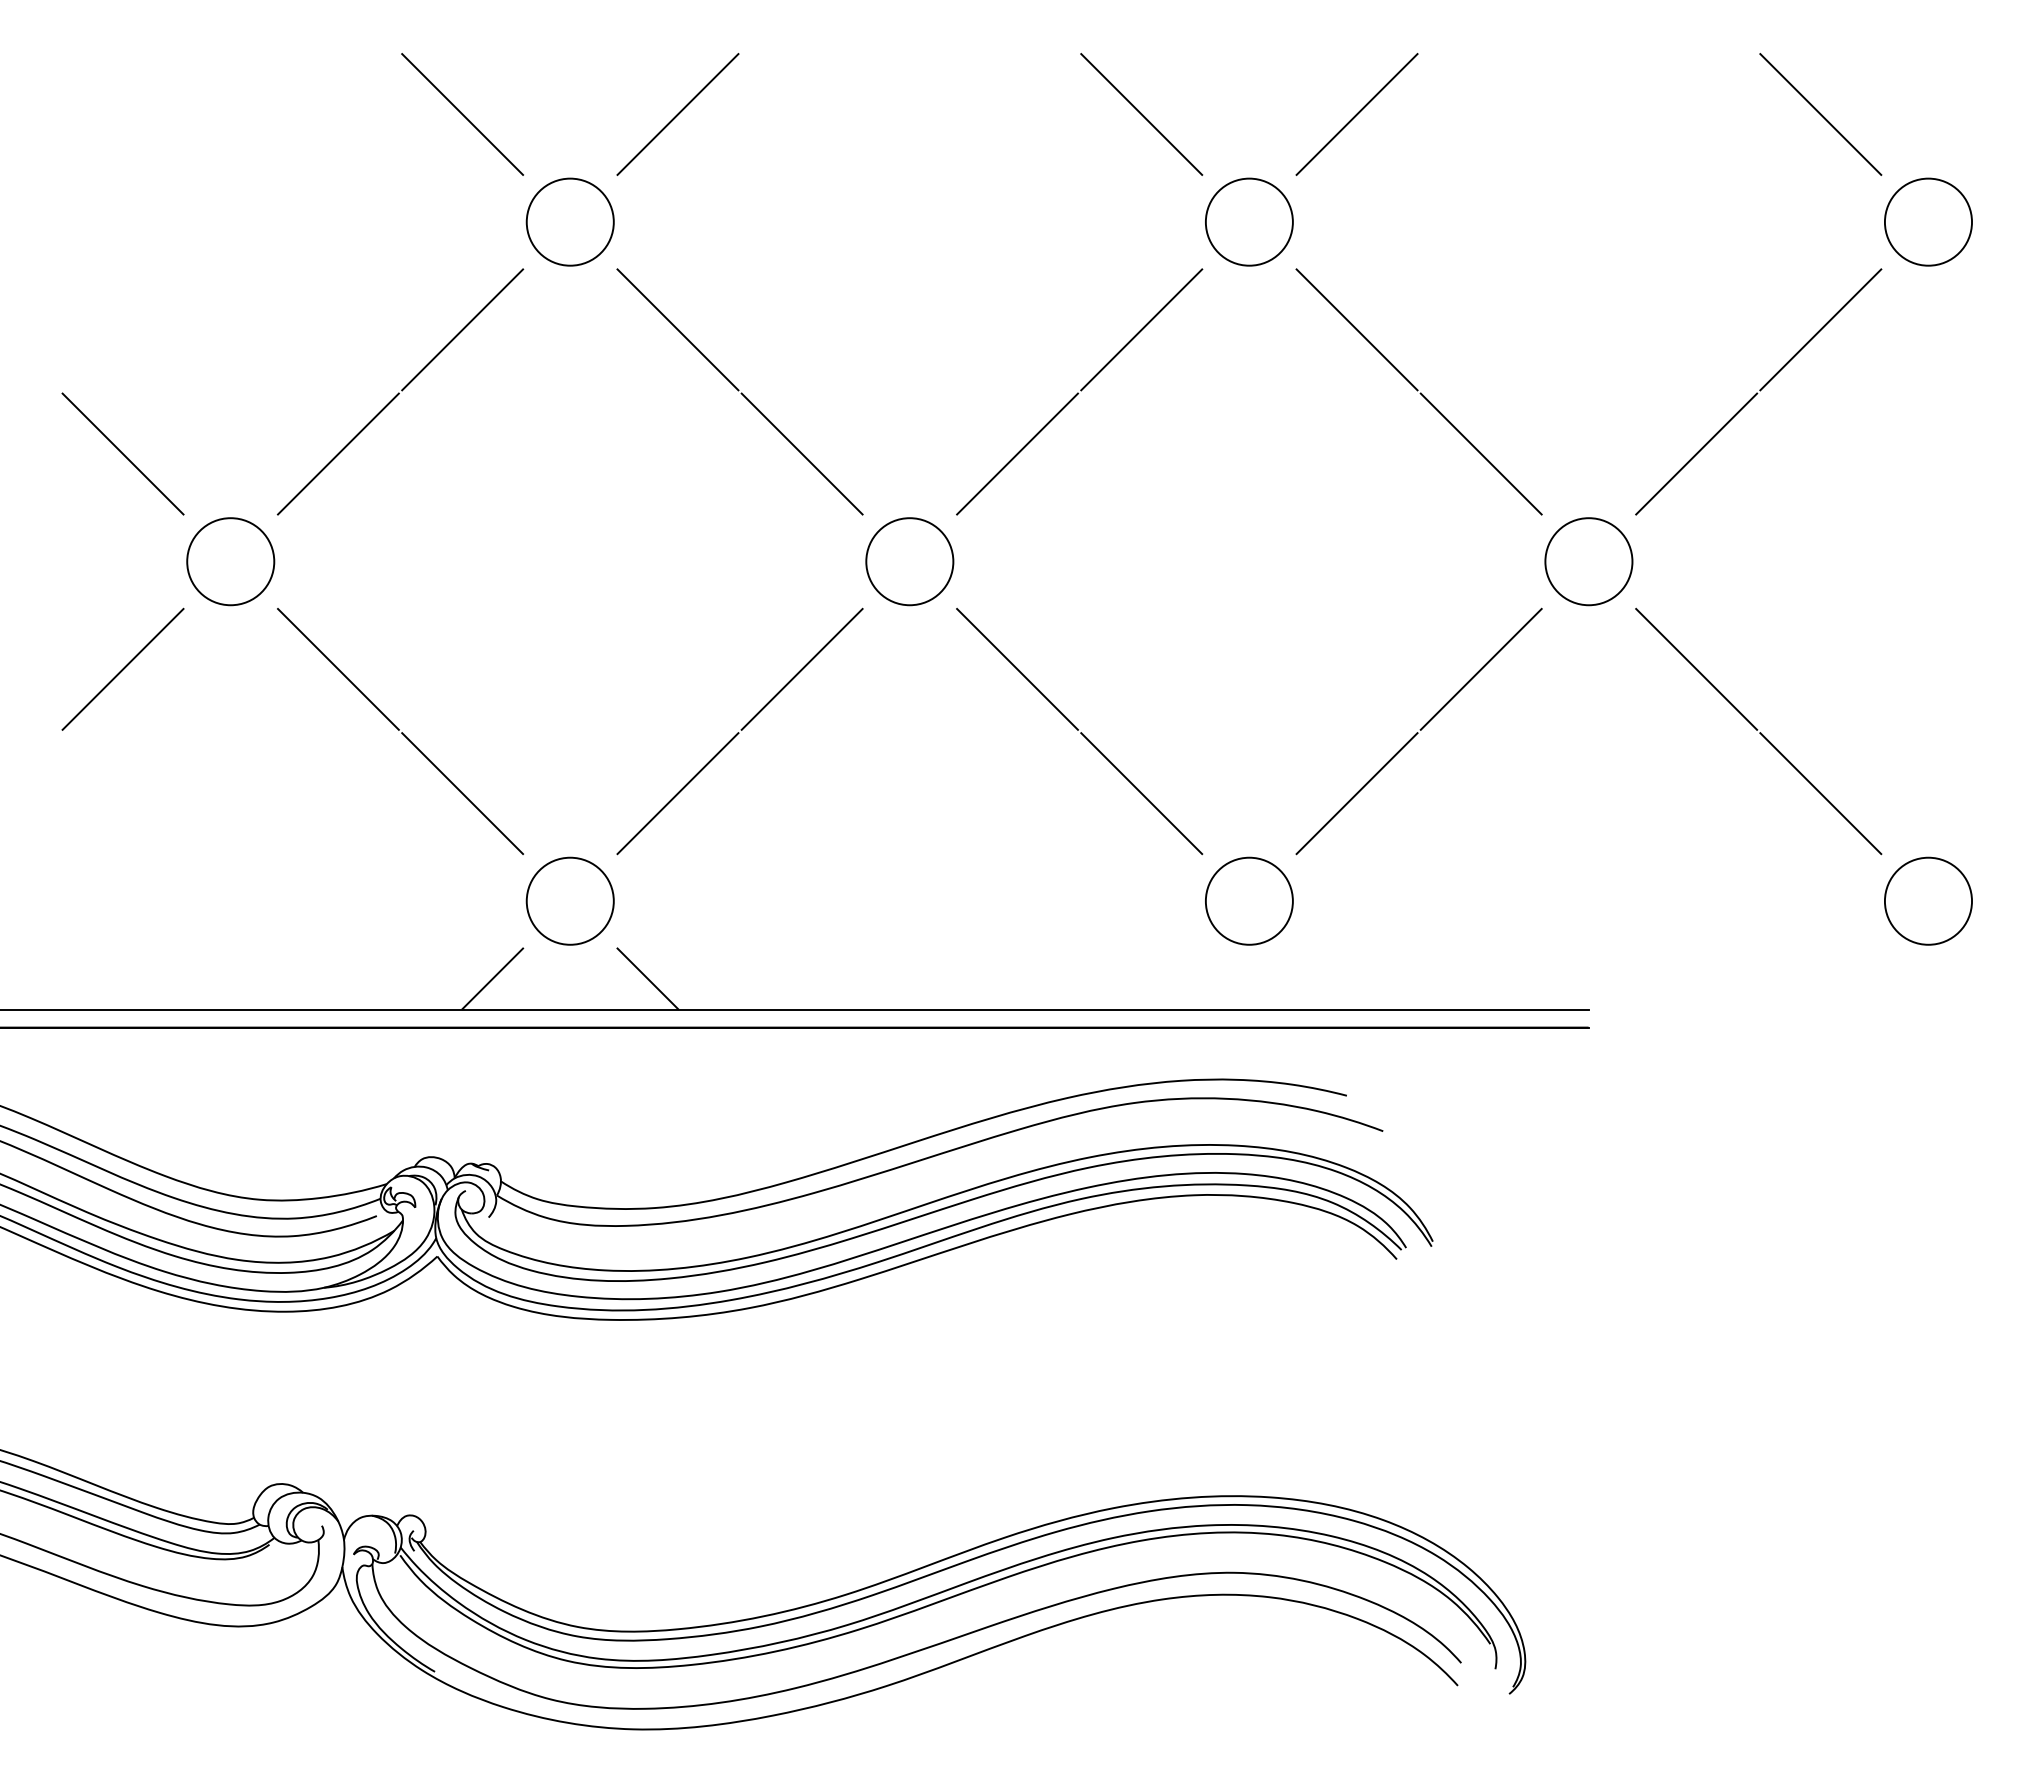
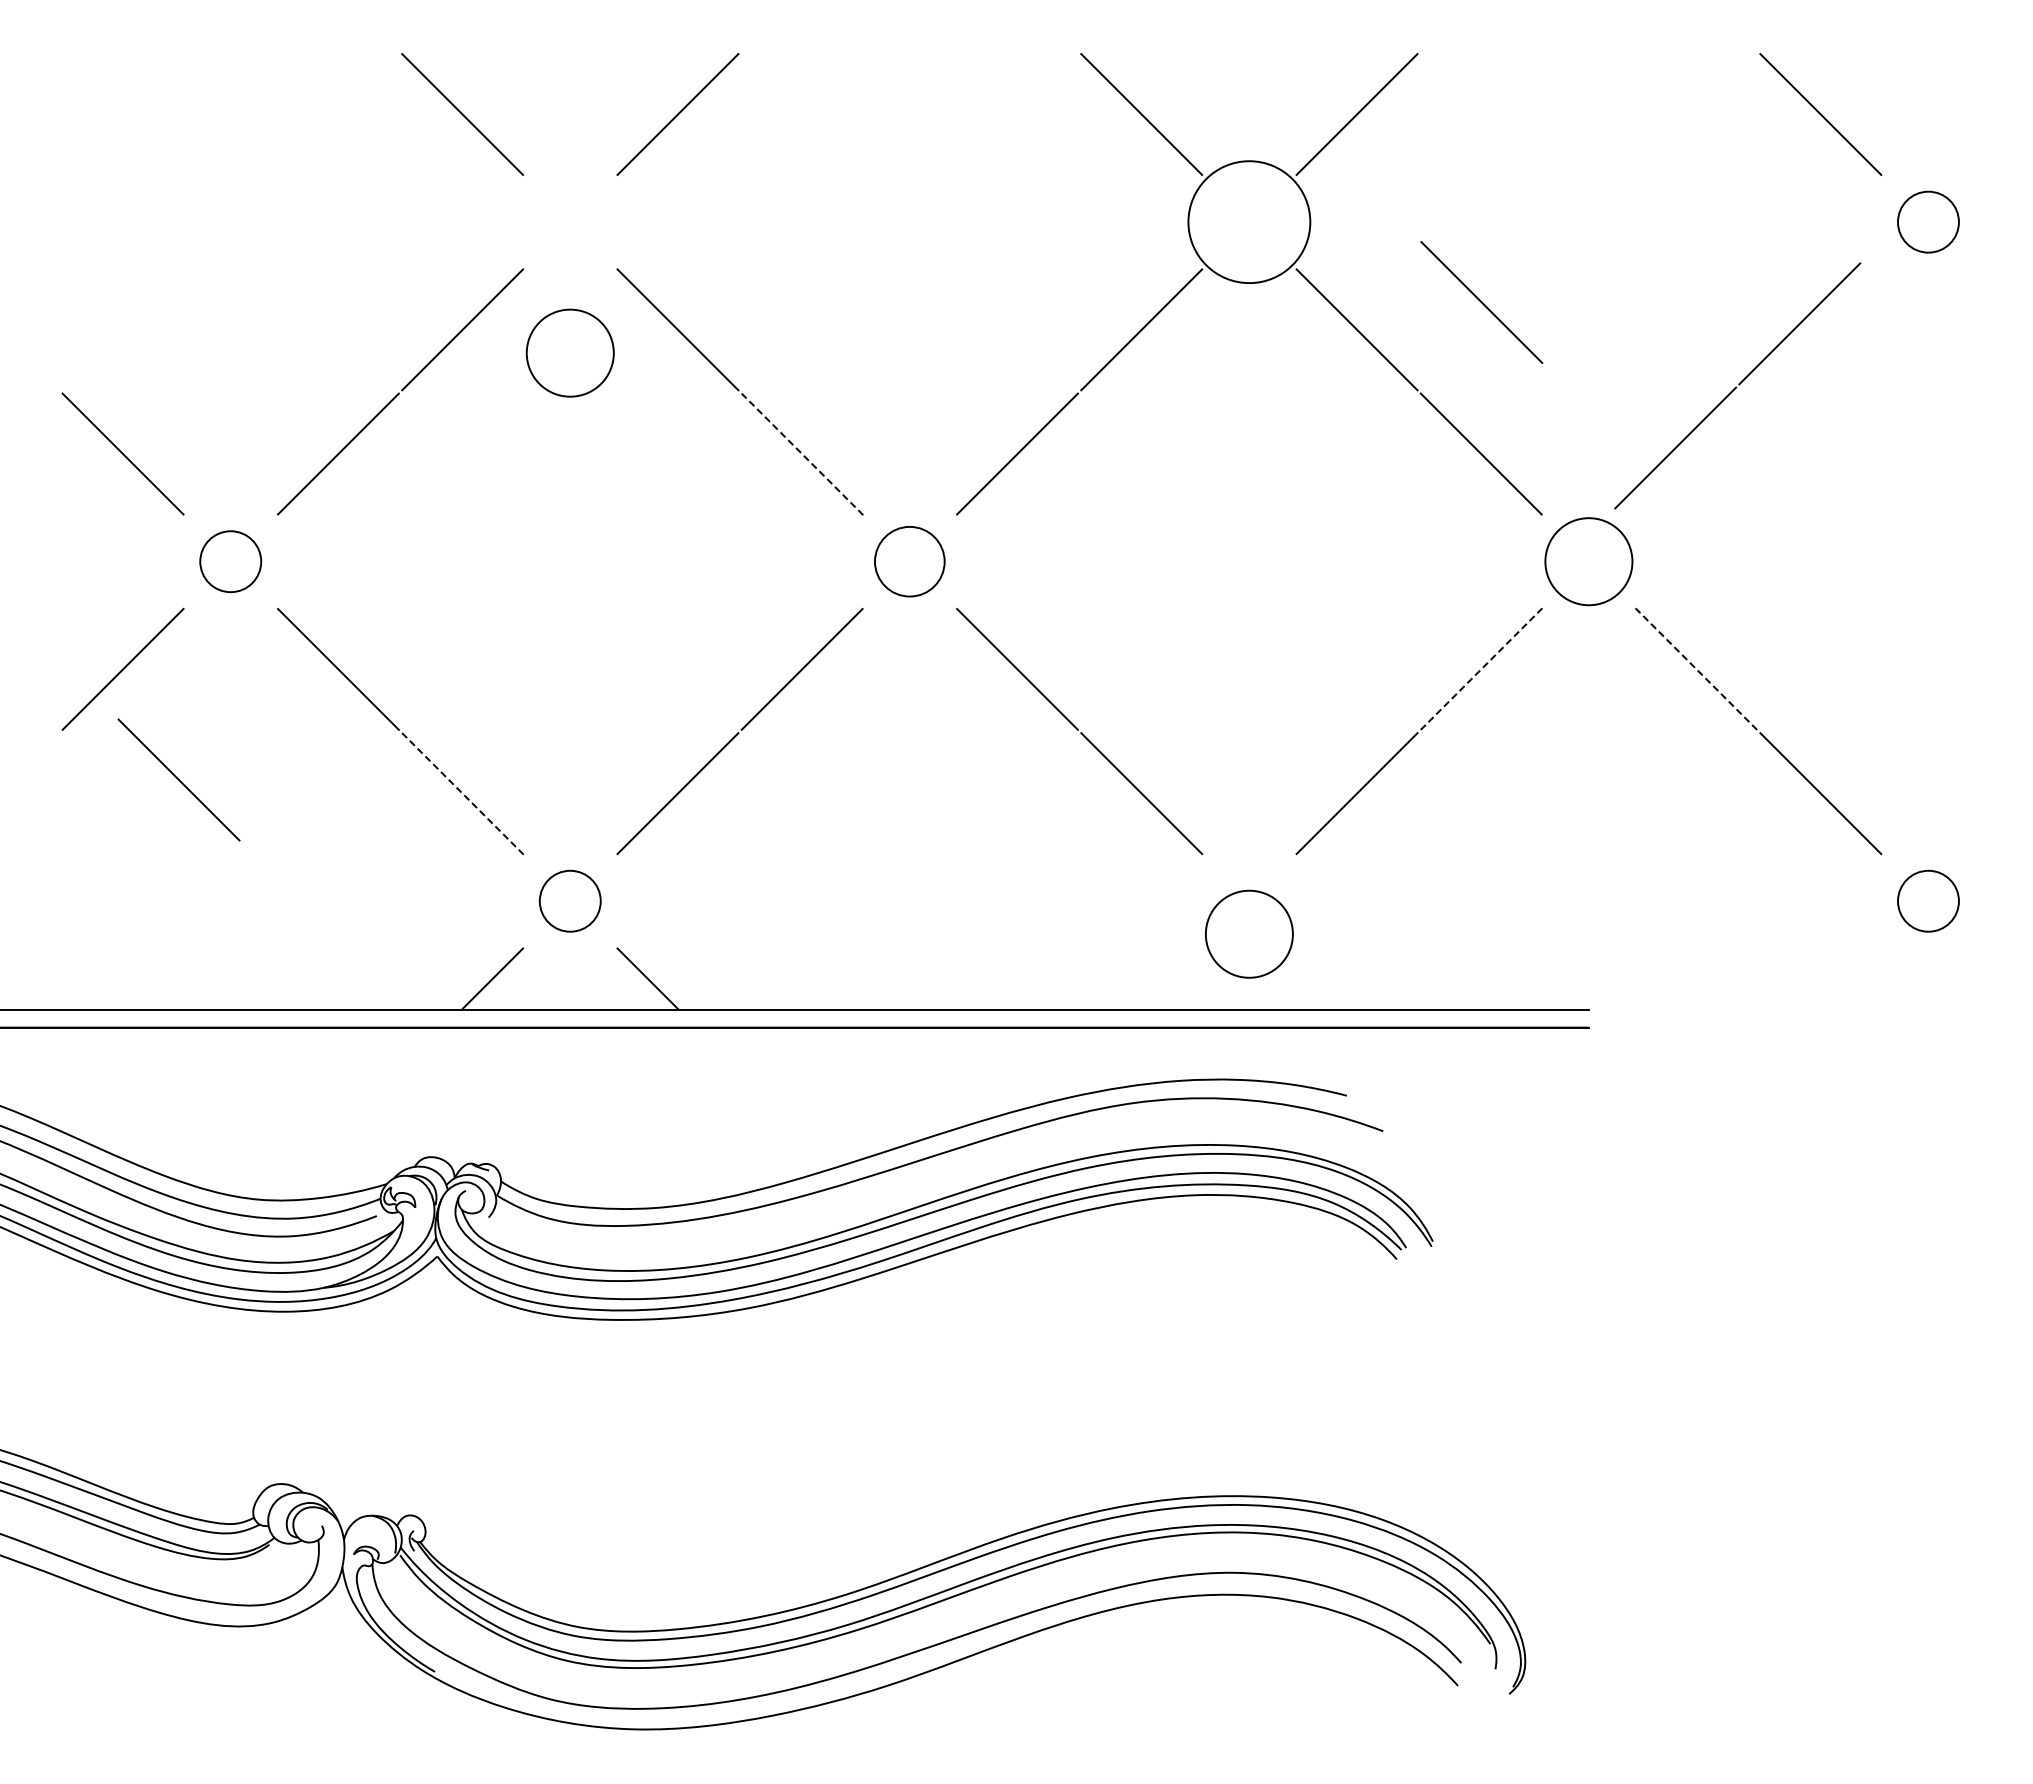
circle at (569, 221) position: (569, 221) -> (569, 352)
circle at (1248, 221) diameter: 87 px -> 122 px
circle at (1928, 221) diameter: 87 px -> 61 px
line at (1481, 302): none -> present
line at (1759, 390) position: (1759, 390) -> (1738, 384)
line at (801, 453): solid -> dashed
circle at (230, 561) diameter: 87 px -> 61 px
circle at (909, 561) diameter: 87 px -> 70 px
line at (1480, 669): solid -> dashed
line at (1696, 669): solid -> dashed
line at (178, 779): none -> present
line at (462, 793): solid -> dashed
circle at (569, 900) diameter: 87 px -> 61 px
circle at (1249, 900) position: (1249, 900) -> (1249, 933)
circle at (1928, 900) diameter: 87 px -> 61 px
